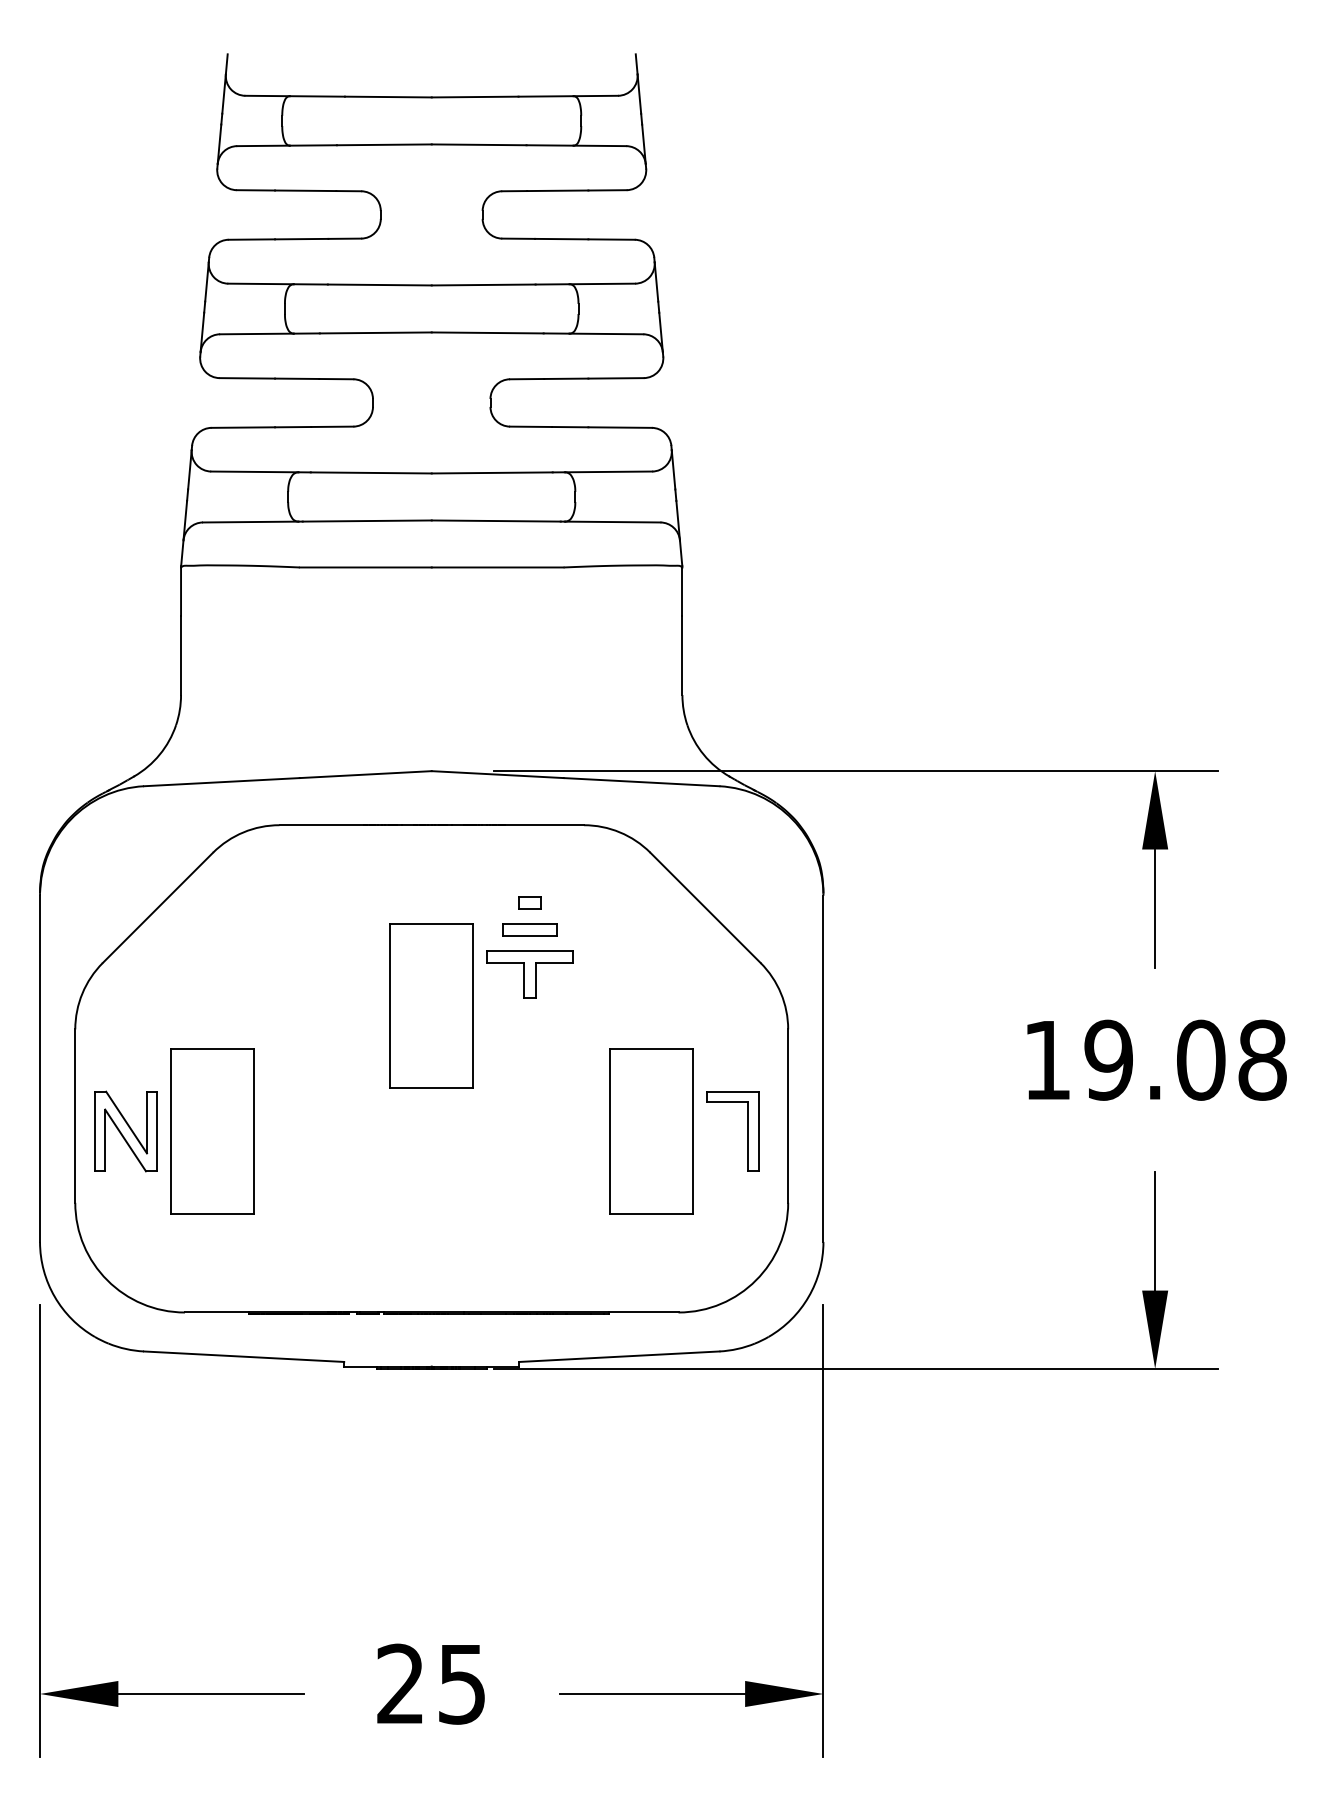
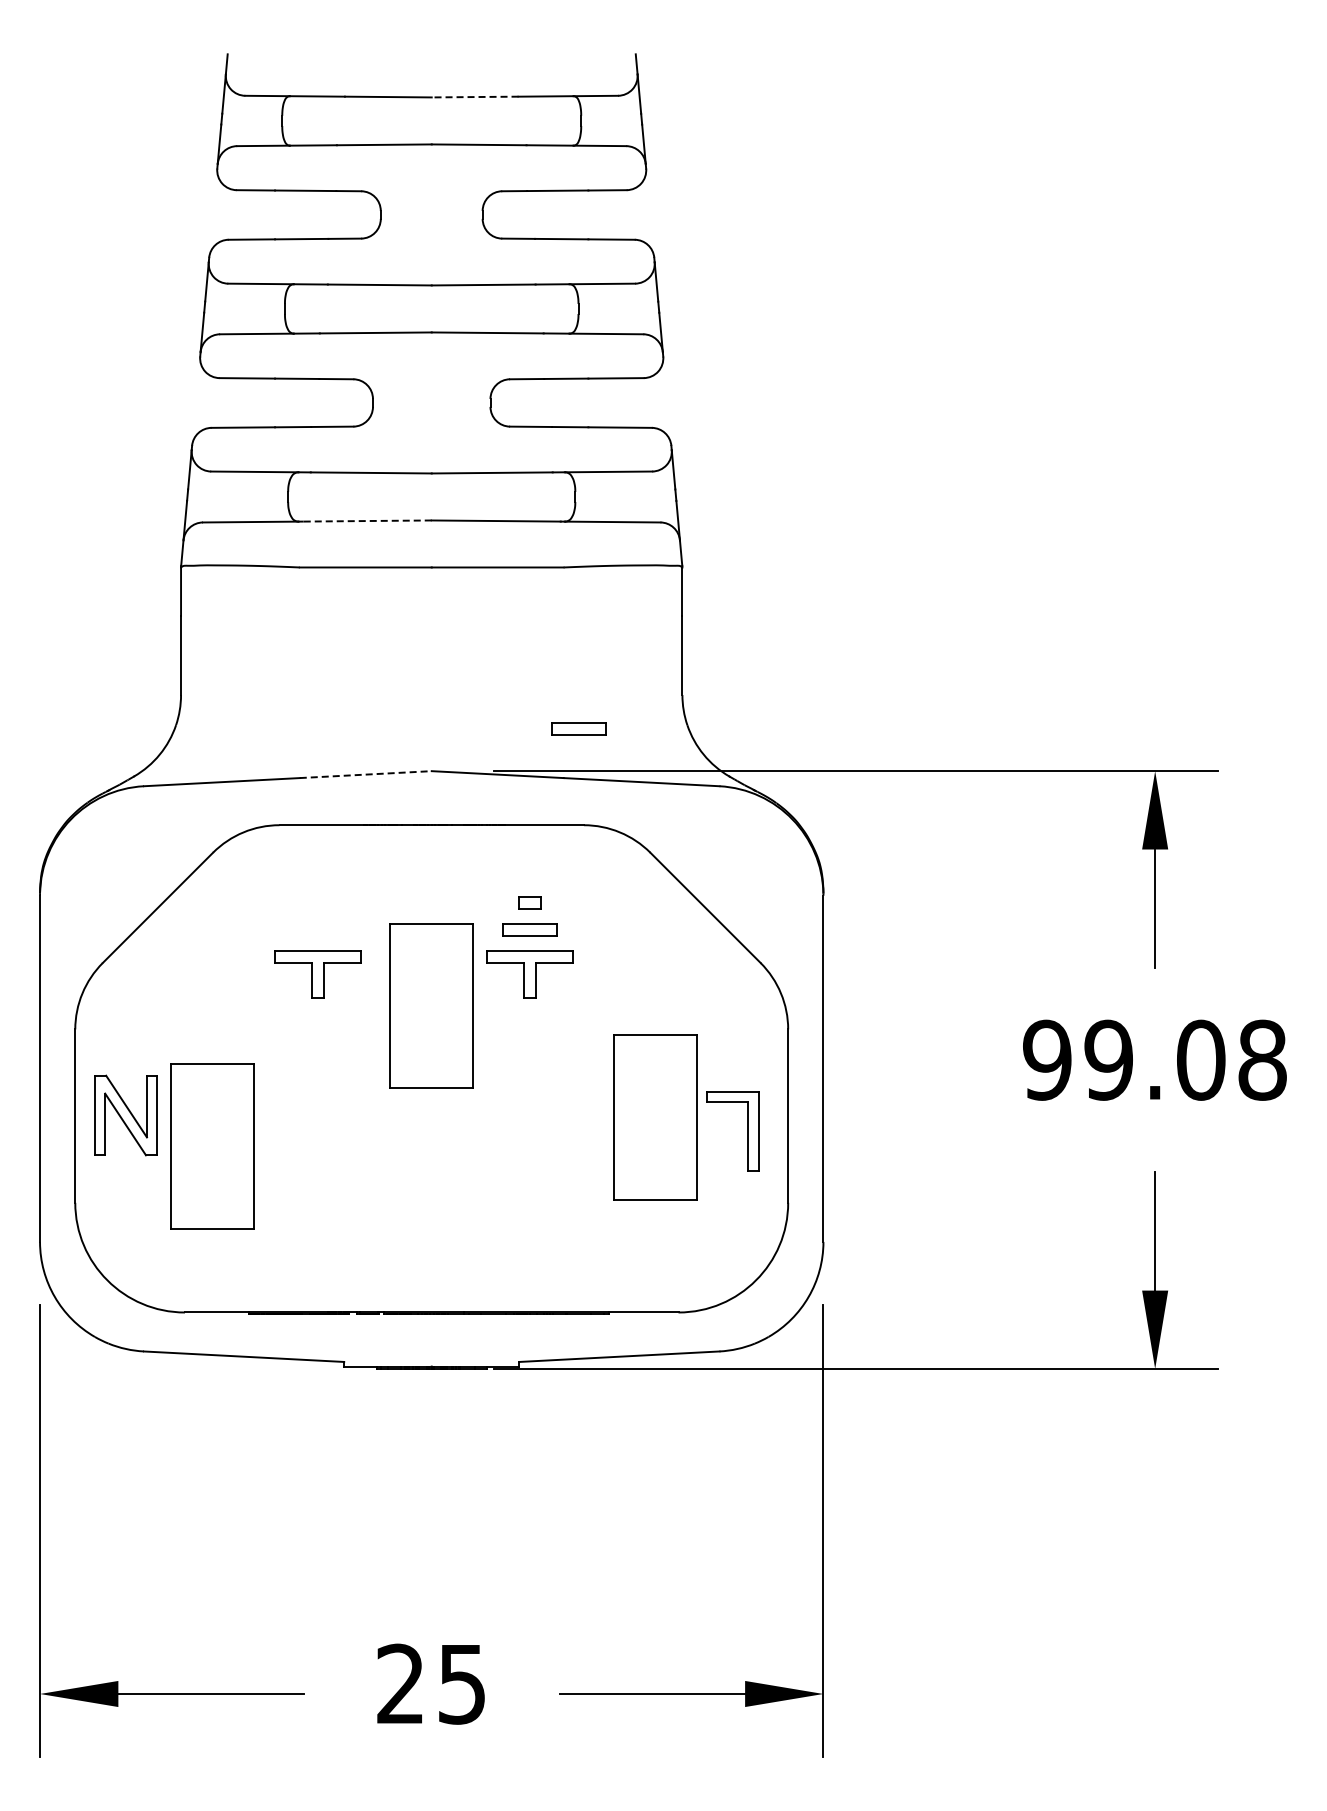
line at (474, 97): solid -> dashed
line at (367, 521): solid -> dashed
part at (578, 728): none -> present
line at (366, 774): solid -> dashed
part at (317, 974): none -> present
text at (1047, 1059): 19.08 -> 99.08
part at (125, 1131) position: (125, 1131) -> (125, 1115)
part at (212, 1131) position: (212, 1131) -> (212, 1146)
part at (651, 1131) position: (651, 1131) -> (655, 1117)
